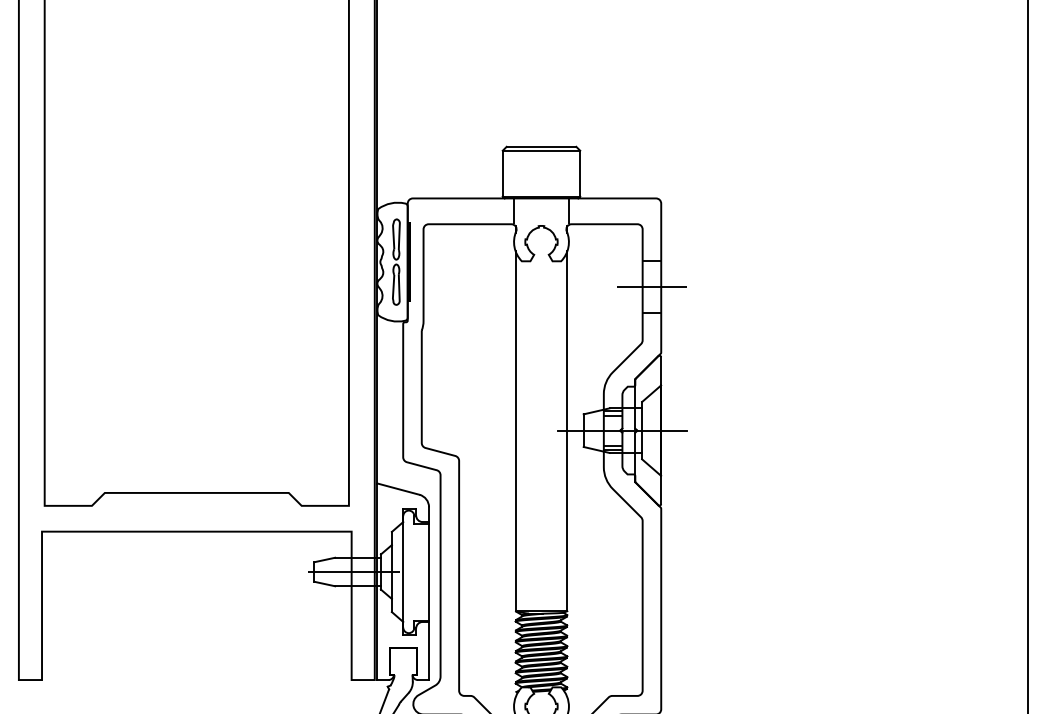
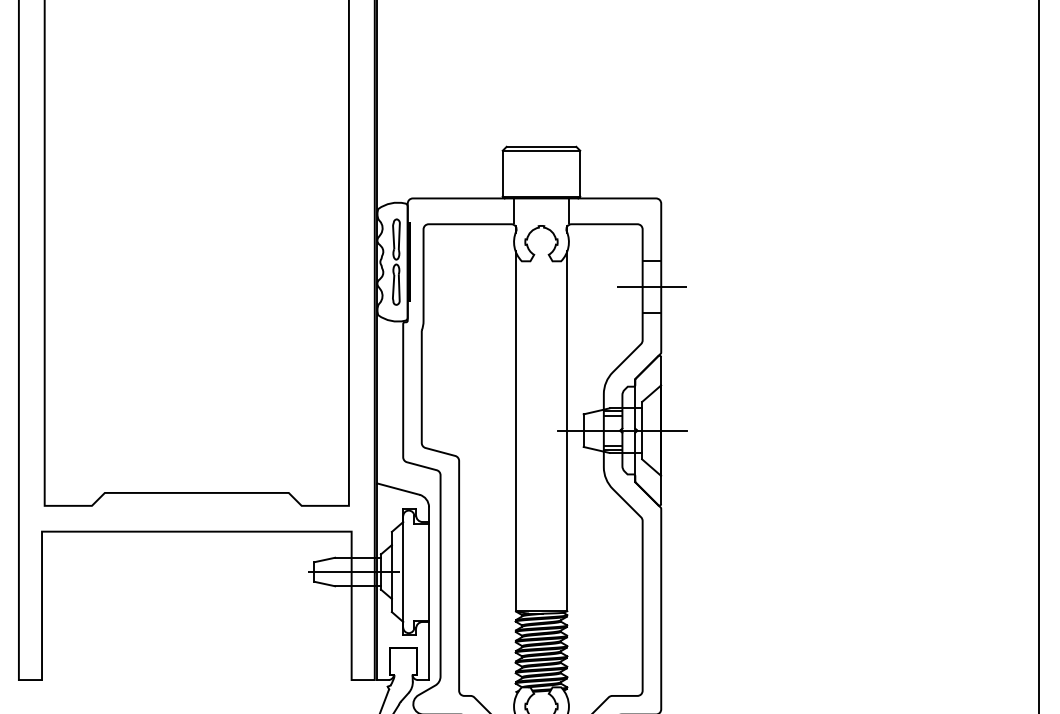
line at (1028, 356) position: (1028, 356) -> (1039, 356)
